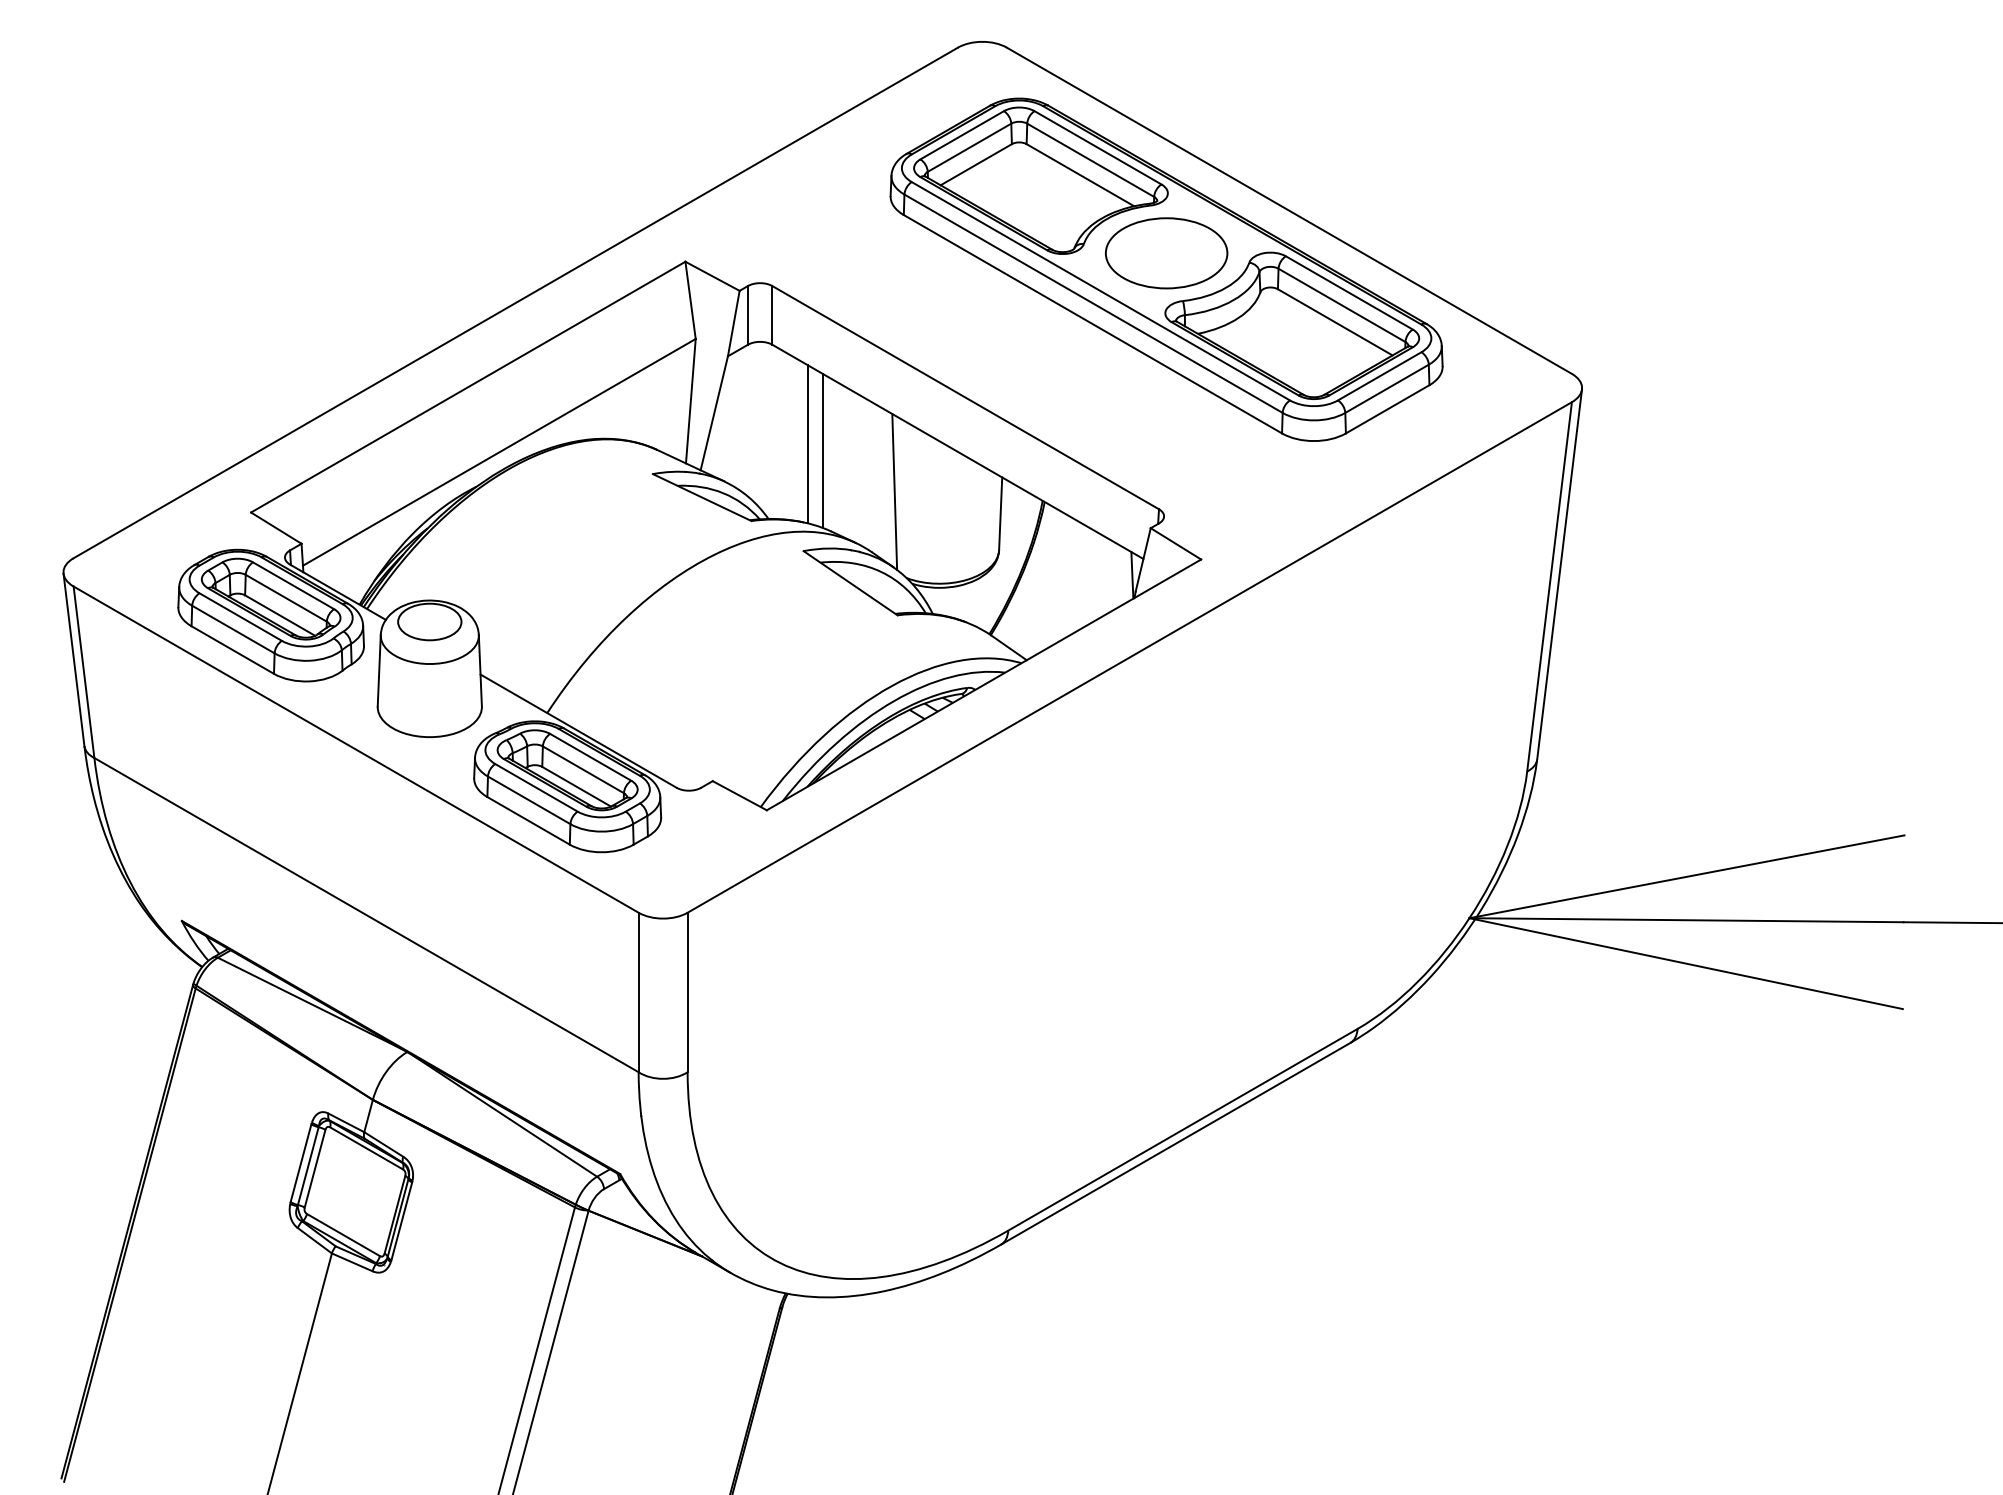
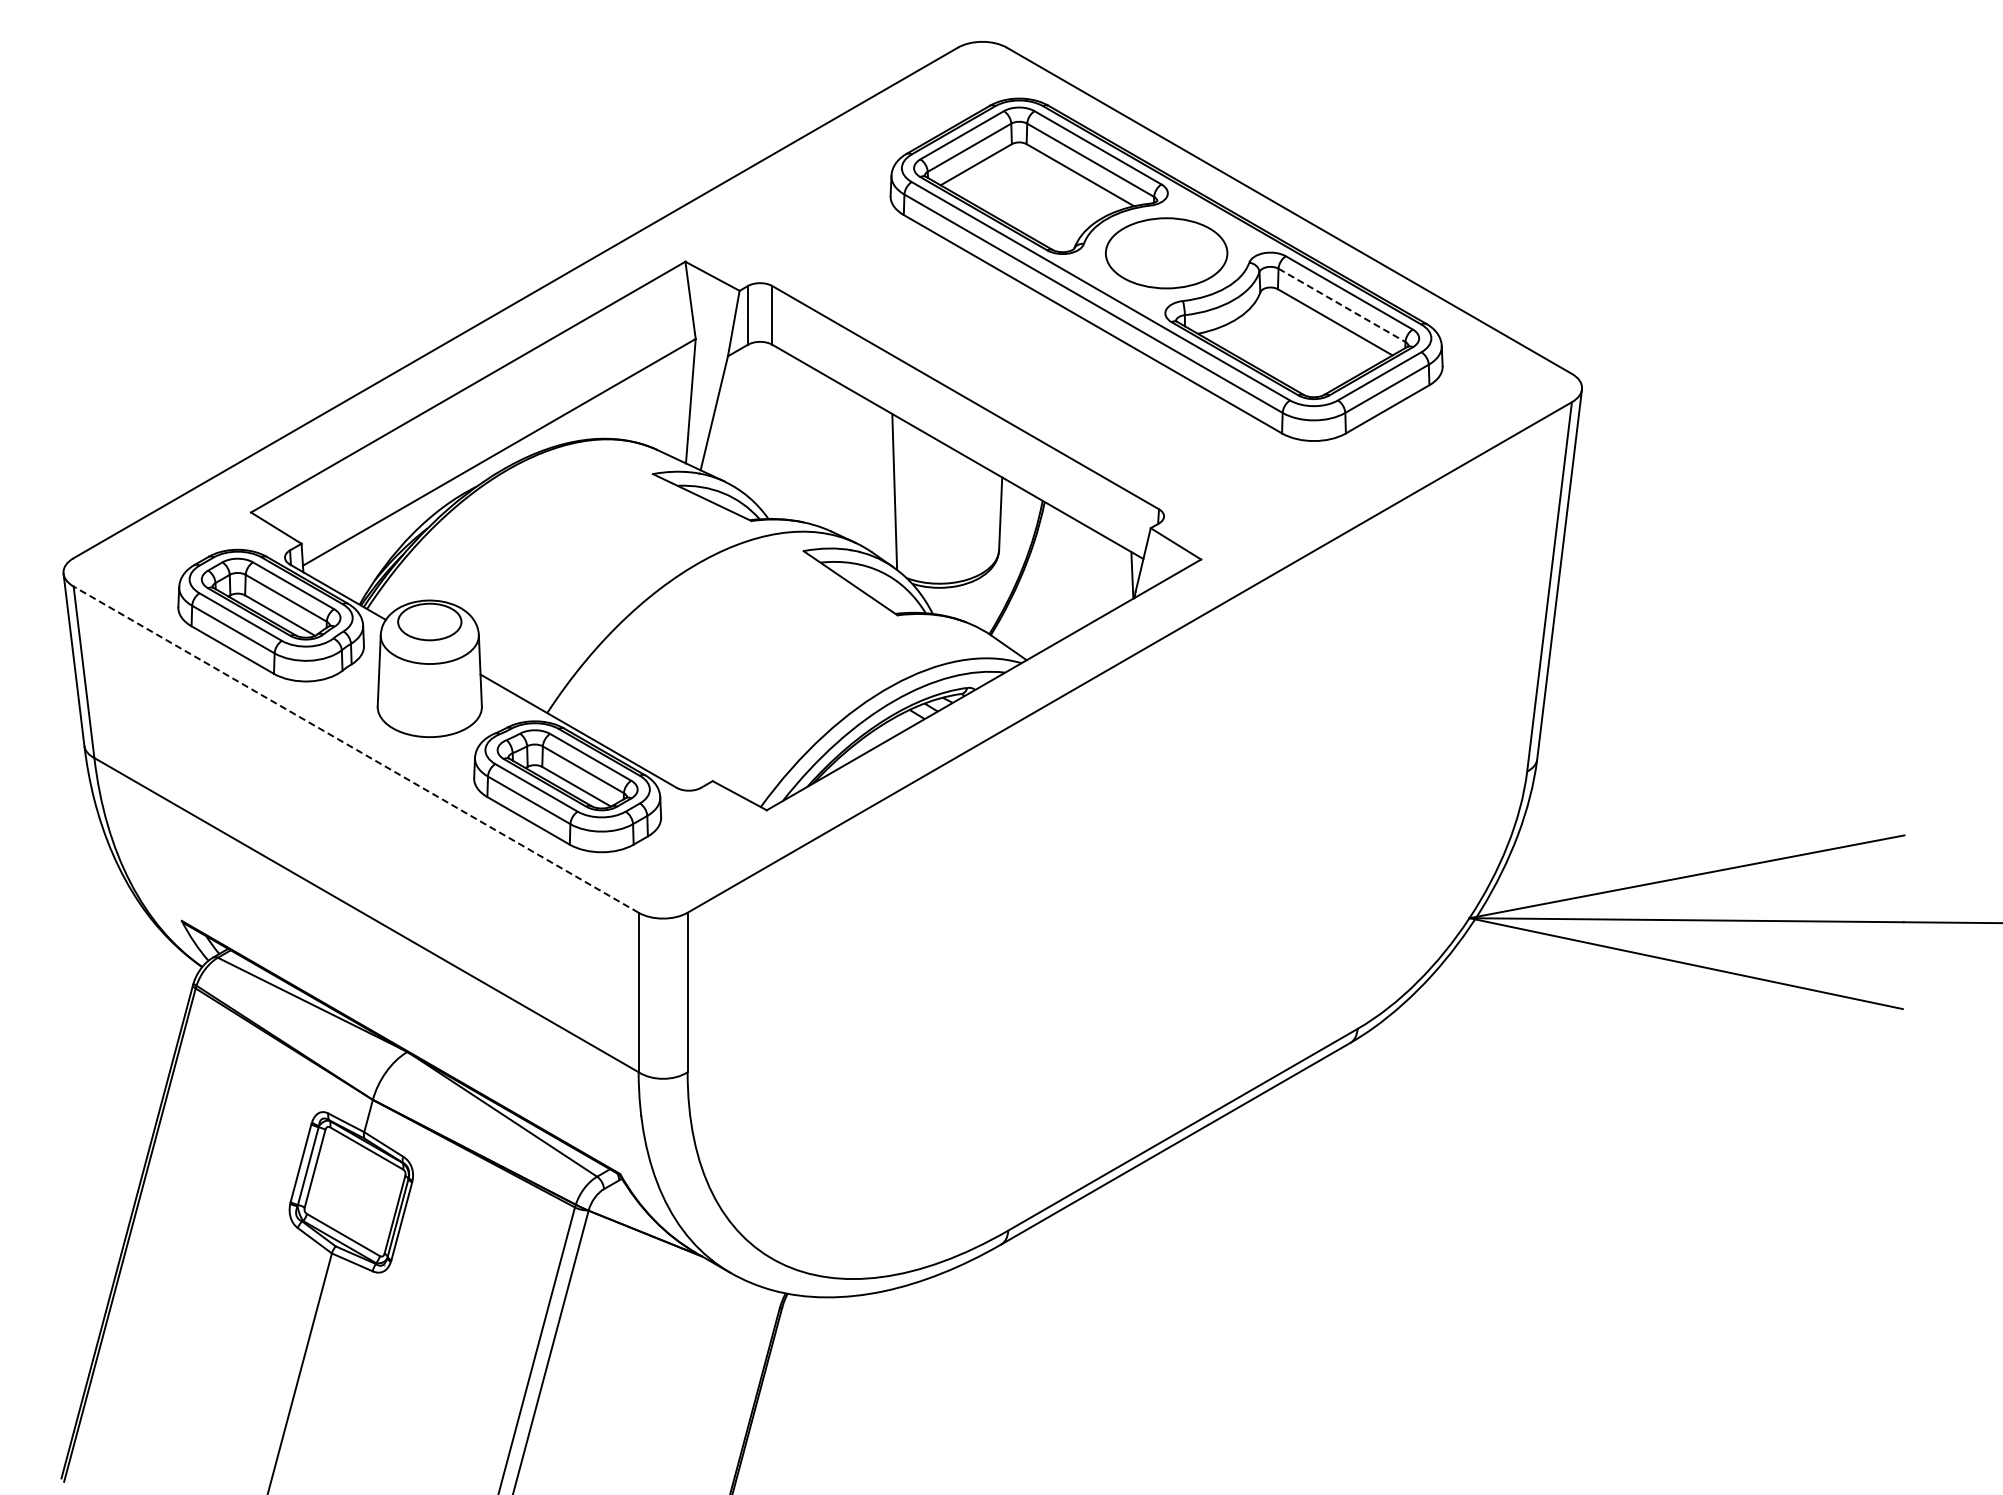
line at (1342, 305): solid -> dashed
line at (808, 444): present -> none
line at (822, 450): present -> none
line at (355, 749): solid -> dashed
